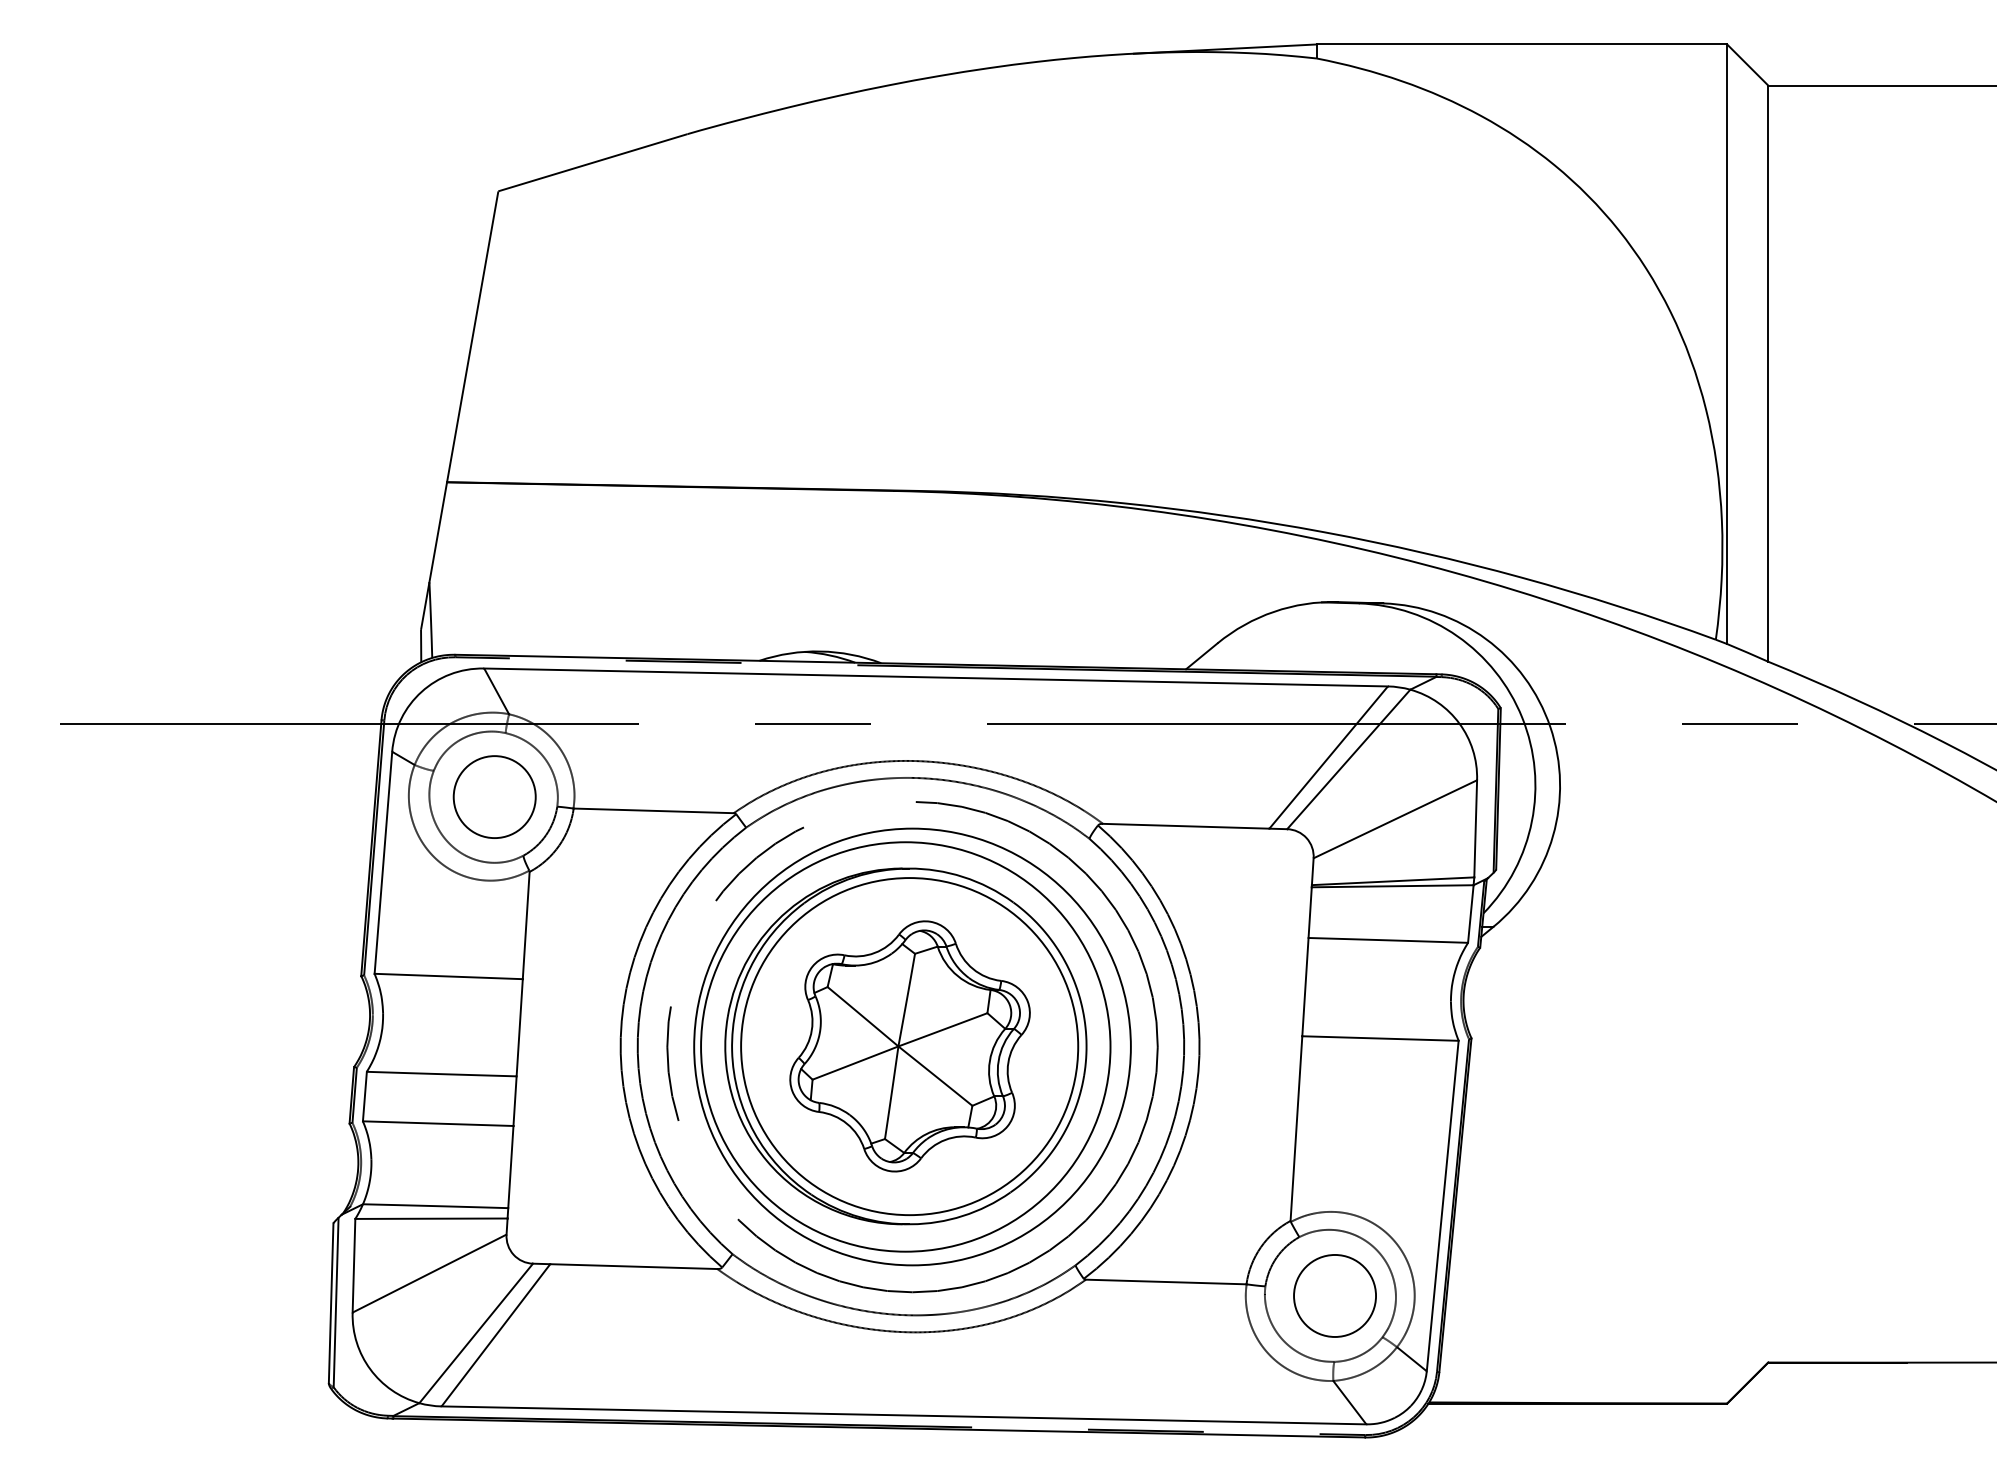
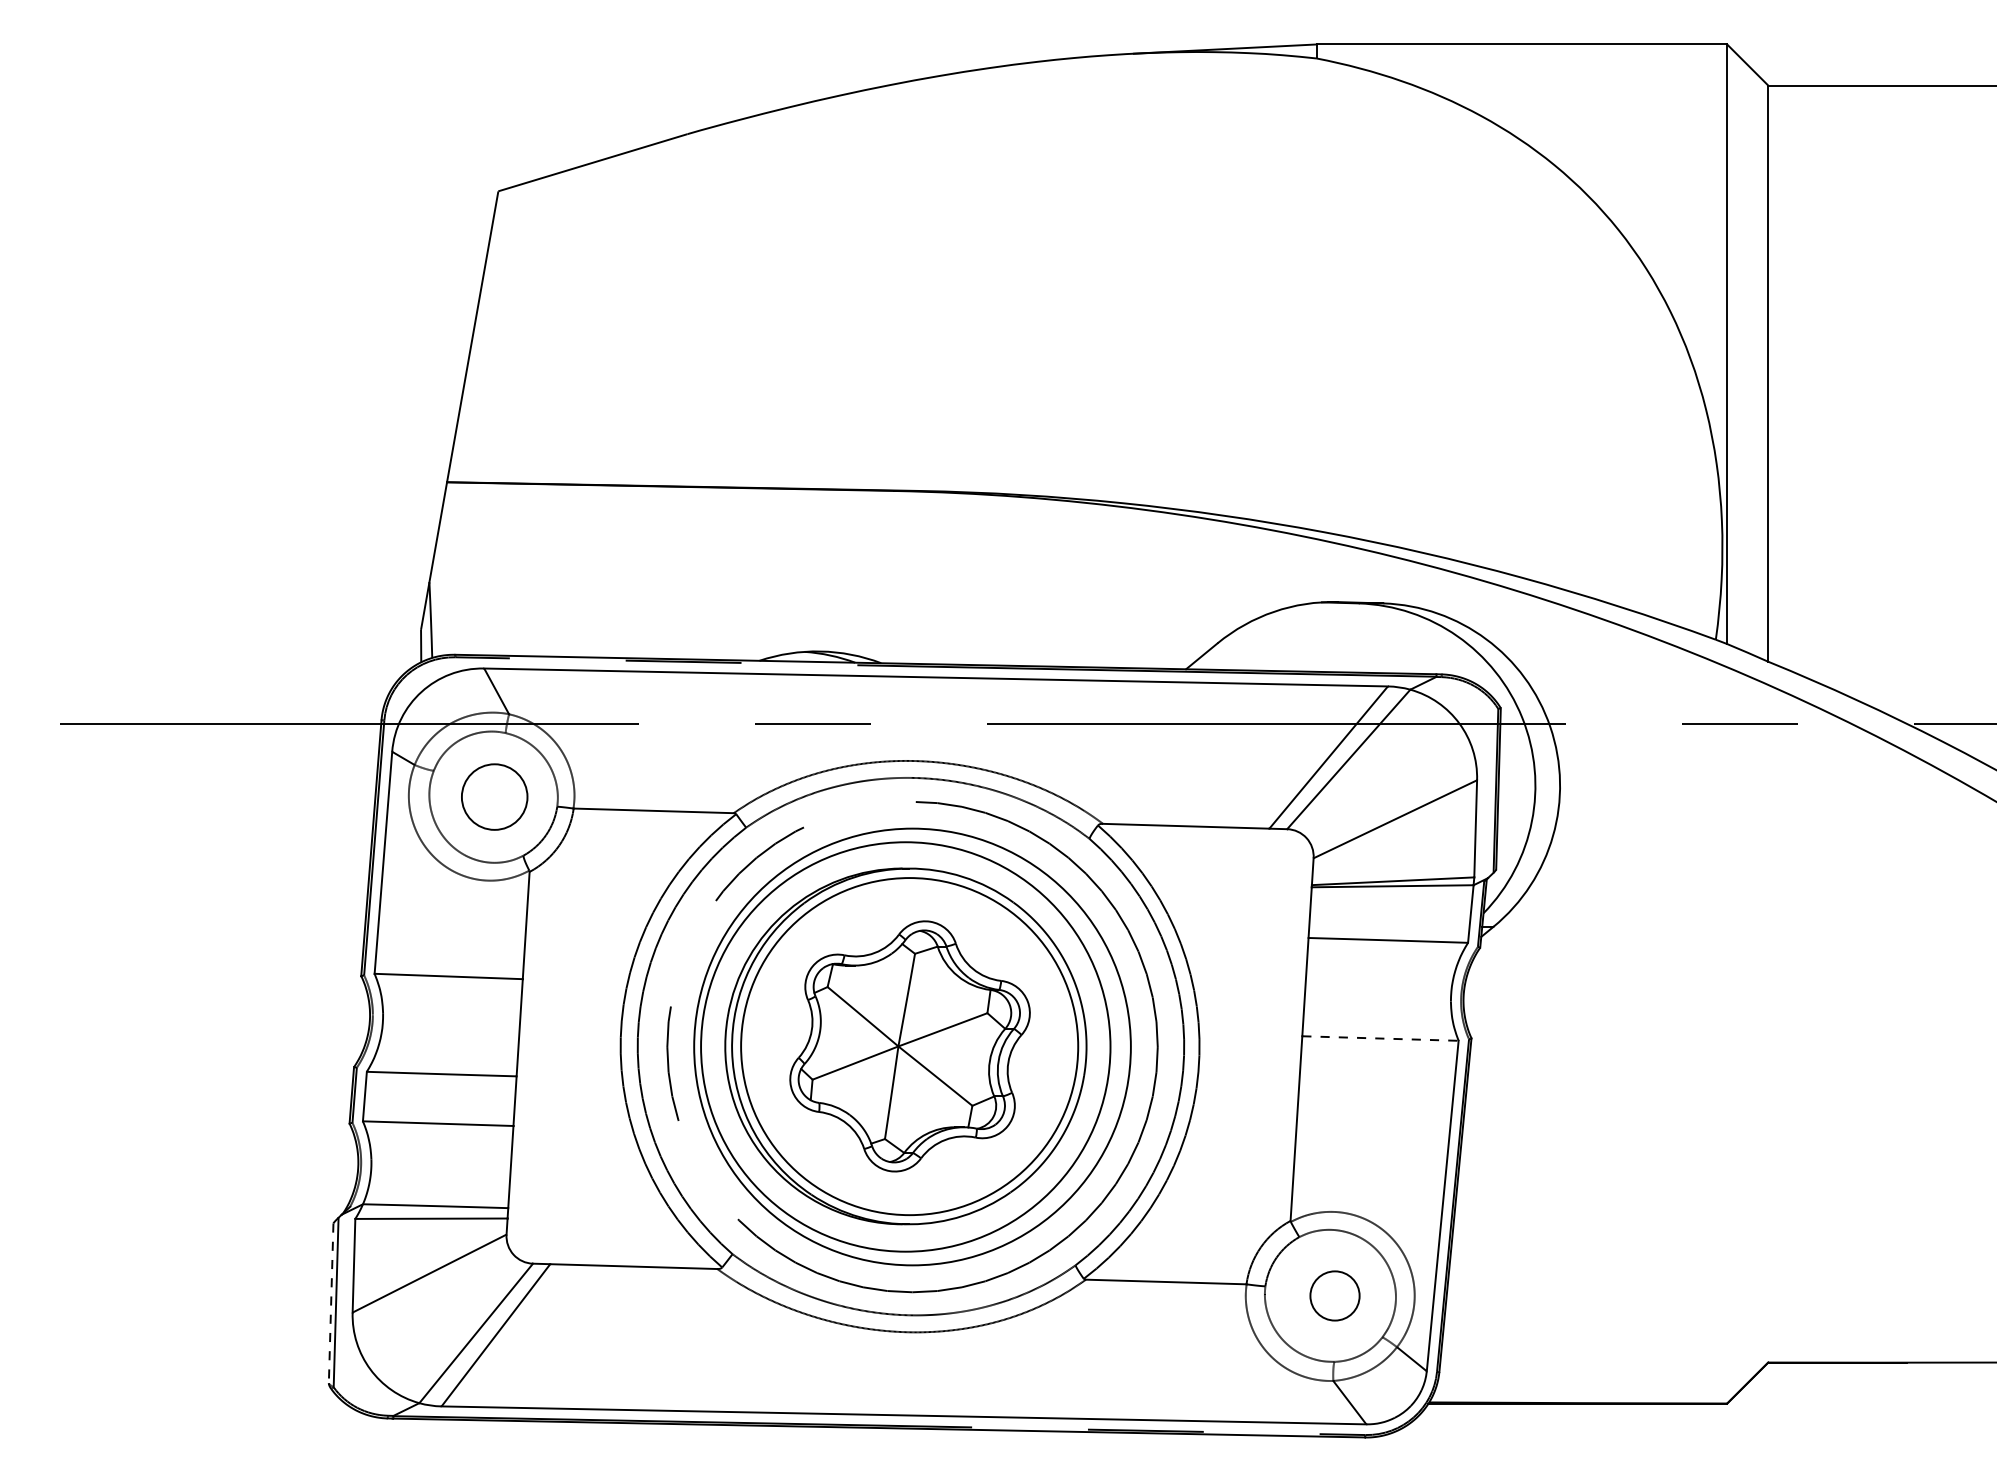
circle at (494, 796) size: 85x84 px -> 68x68 px
line at (1380, 1038): solid -> dashed
circle at (1335, 1295) diameter: 82 px -> 49 px
line at (331, 1303): solid -> dashed
